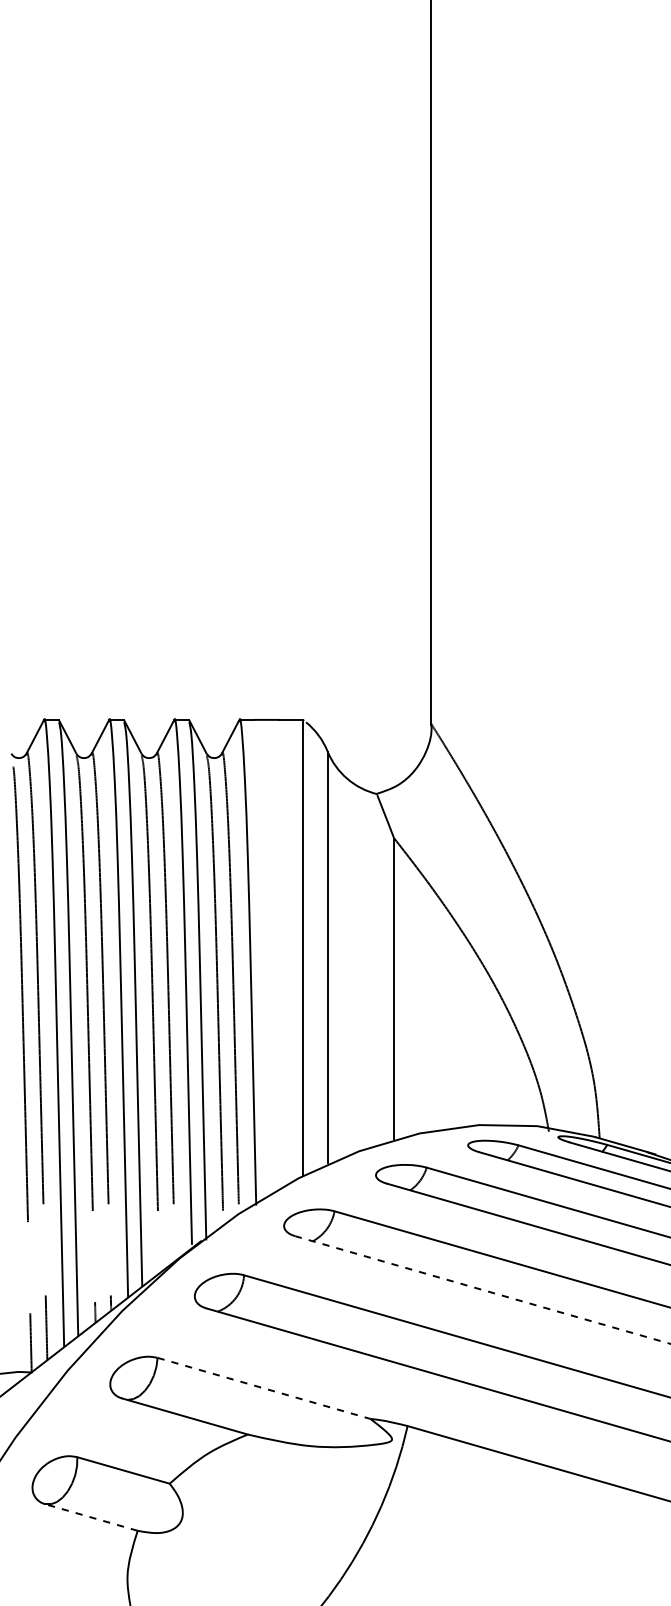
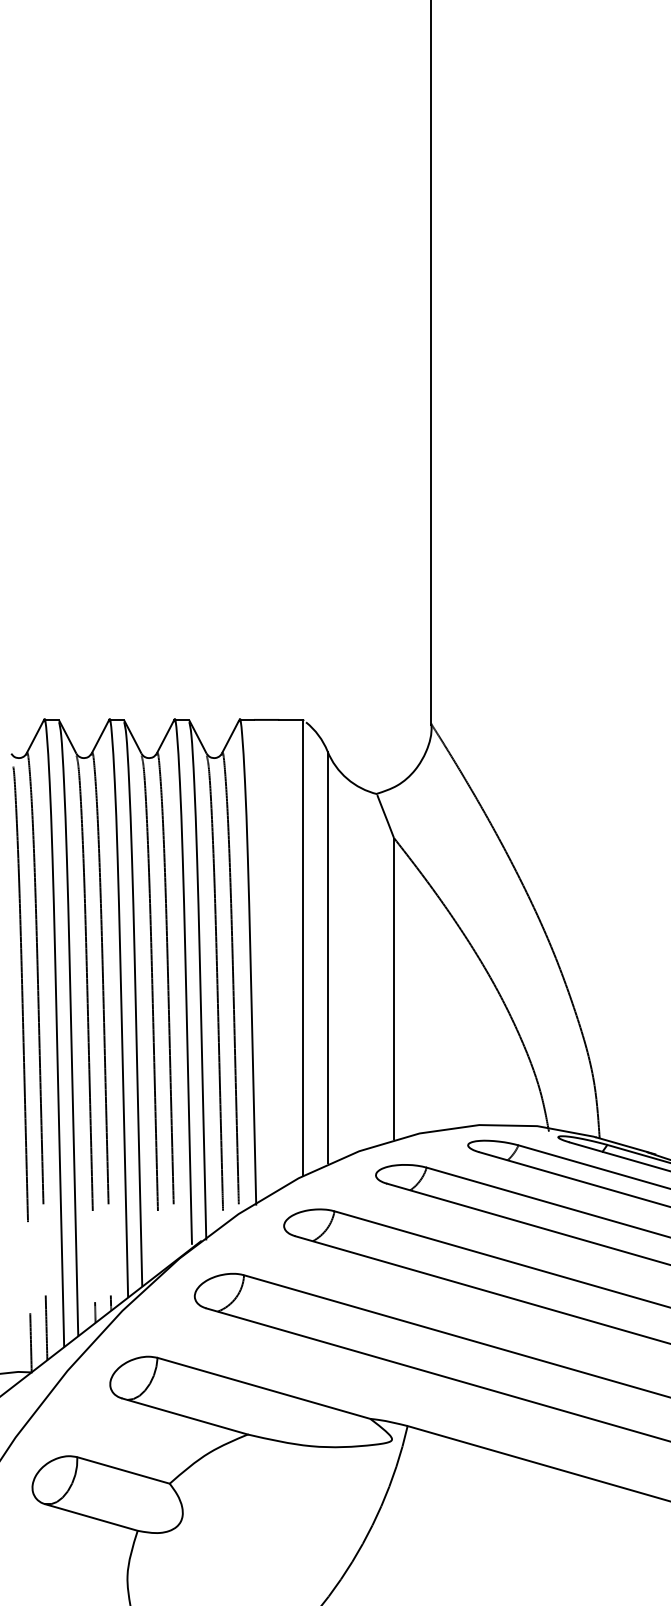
line at (482, 1290): dashed -> solid
line at (263, 1388): dashed -> solid
line at (91, 1517): dashed -> solid
